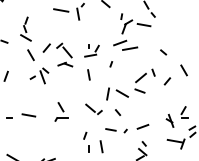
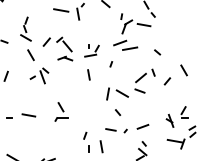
line at (163, 52) position: (163, 52) -> (157, 52)
part at (57, 54) position: (57, 54) -> (57, 48)
part at (93, 108): present -> none
